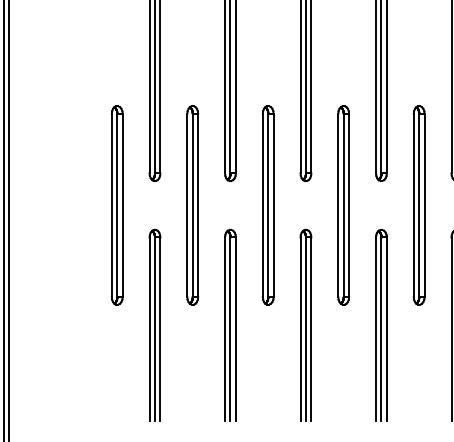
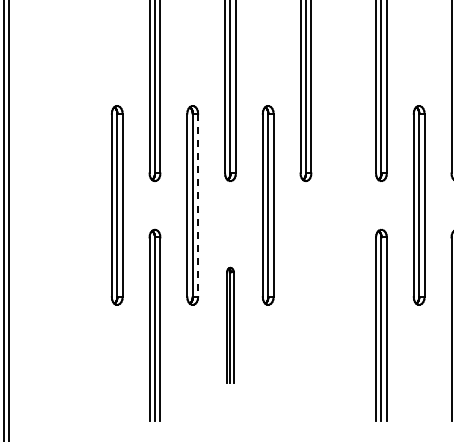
line at (198, 205): solid -> dashed
part at (343, 205): present -> none
part at (230, 324) size: 13x194 px -> 9x118 px
part at (305, 324): present -> none
